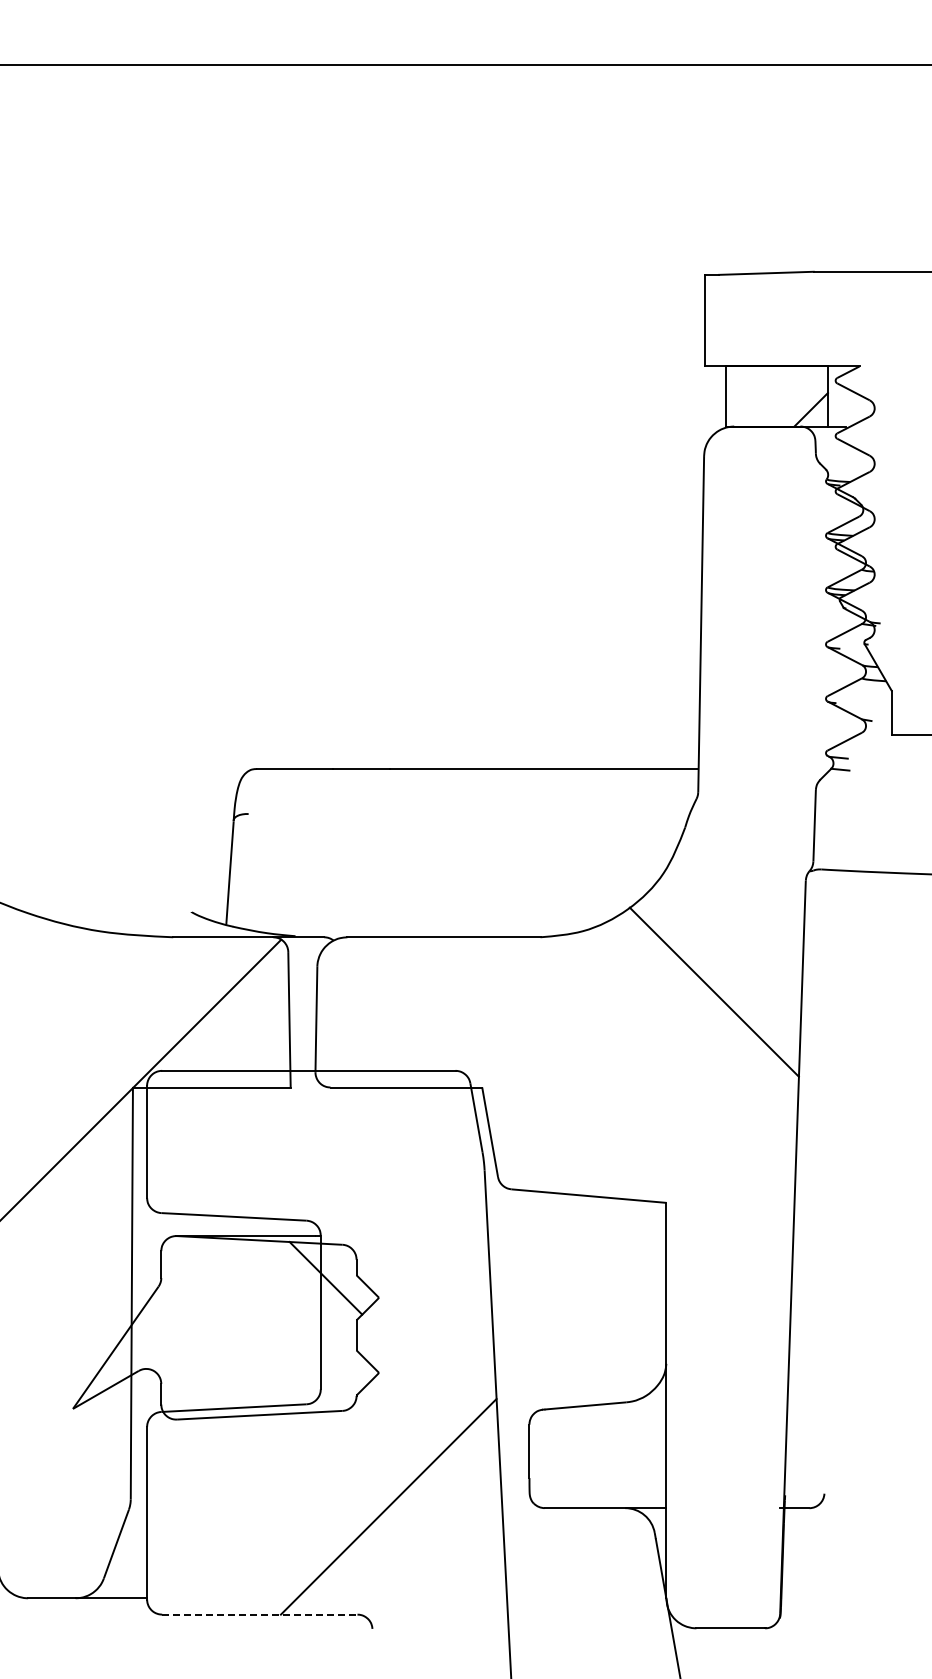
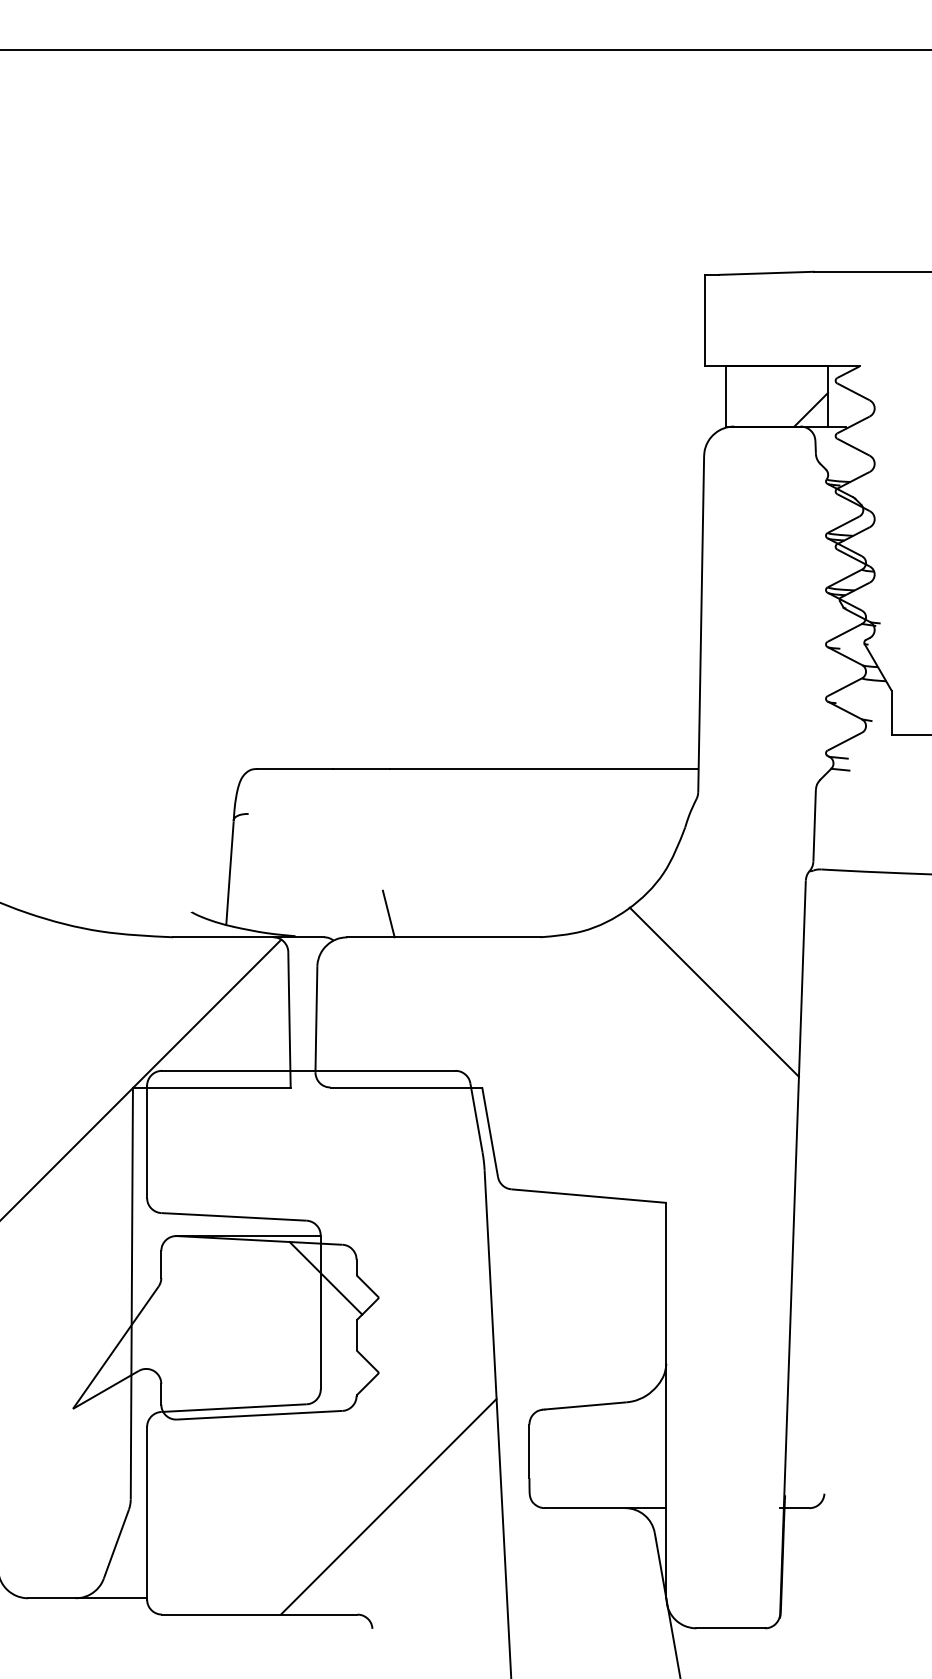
line at (465, 65) position: (465, 65) -> (465, 50)
line at (388, 913): none -> present
line at (259, 1614): dashed -> solid
